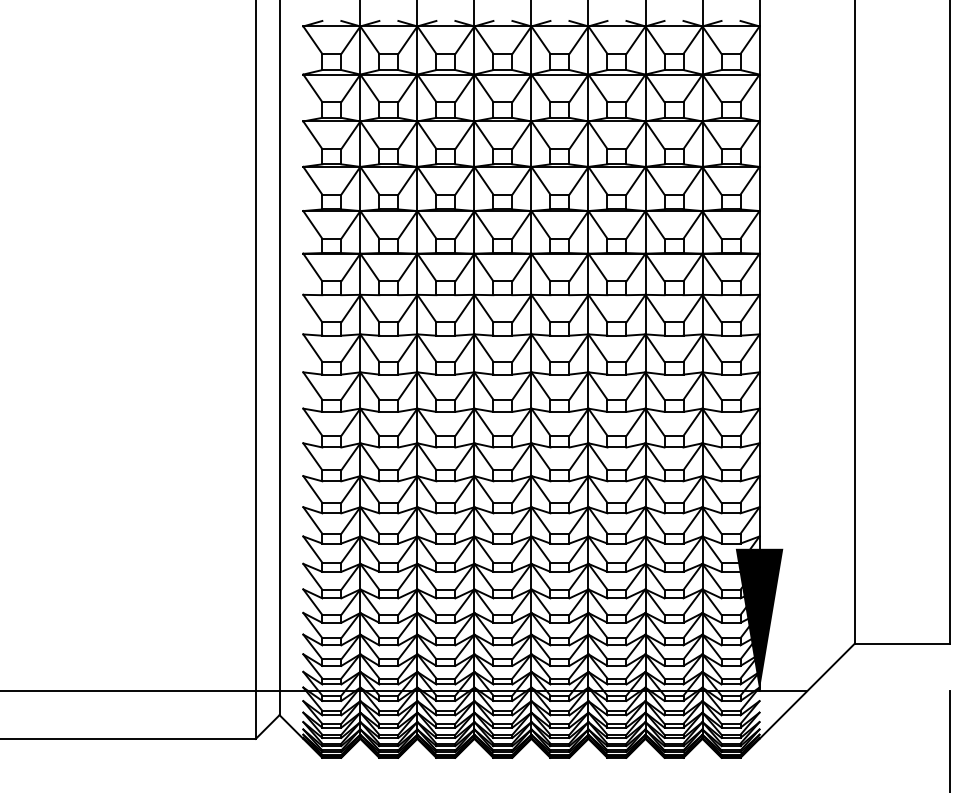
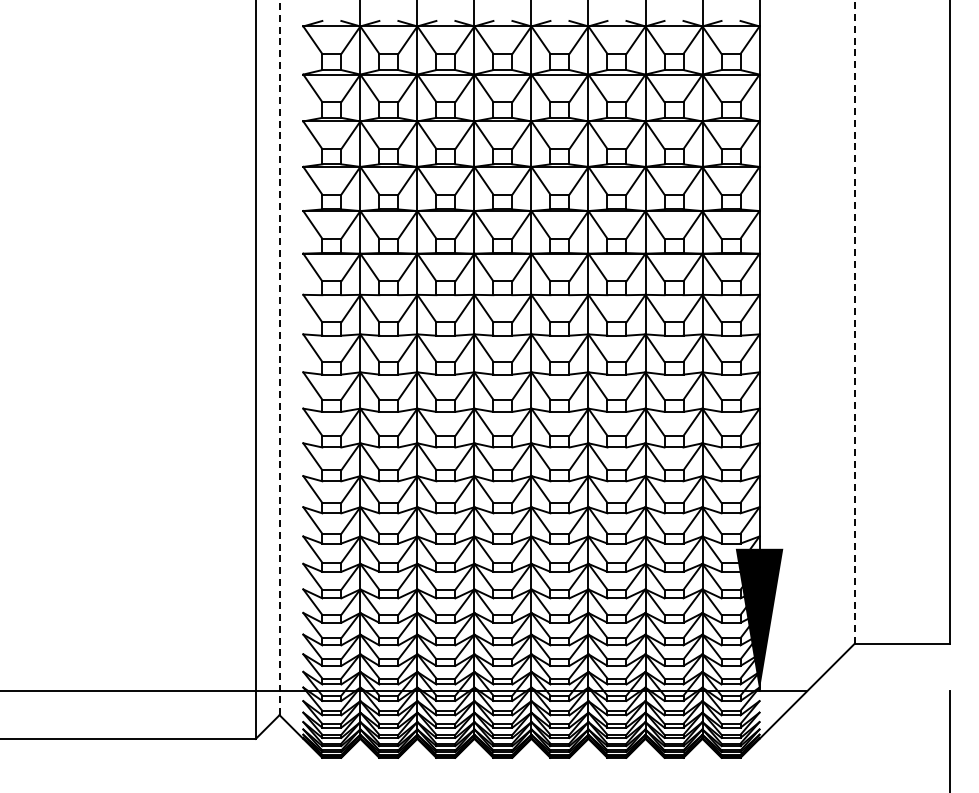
line at (854, 321): solid -> dashed
line at (279, 357): solid -> dashed
